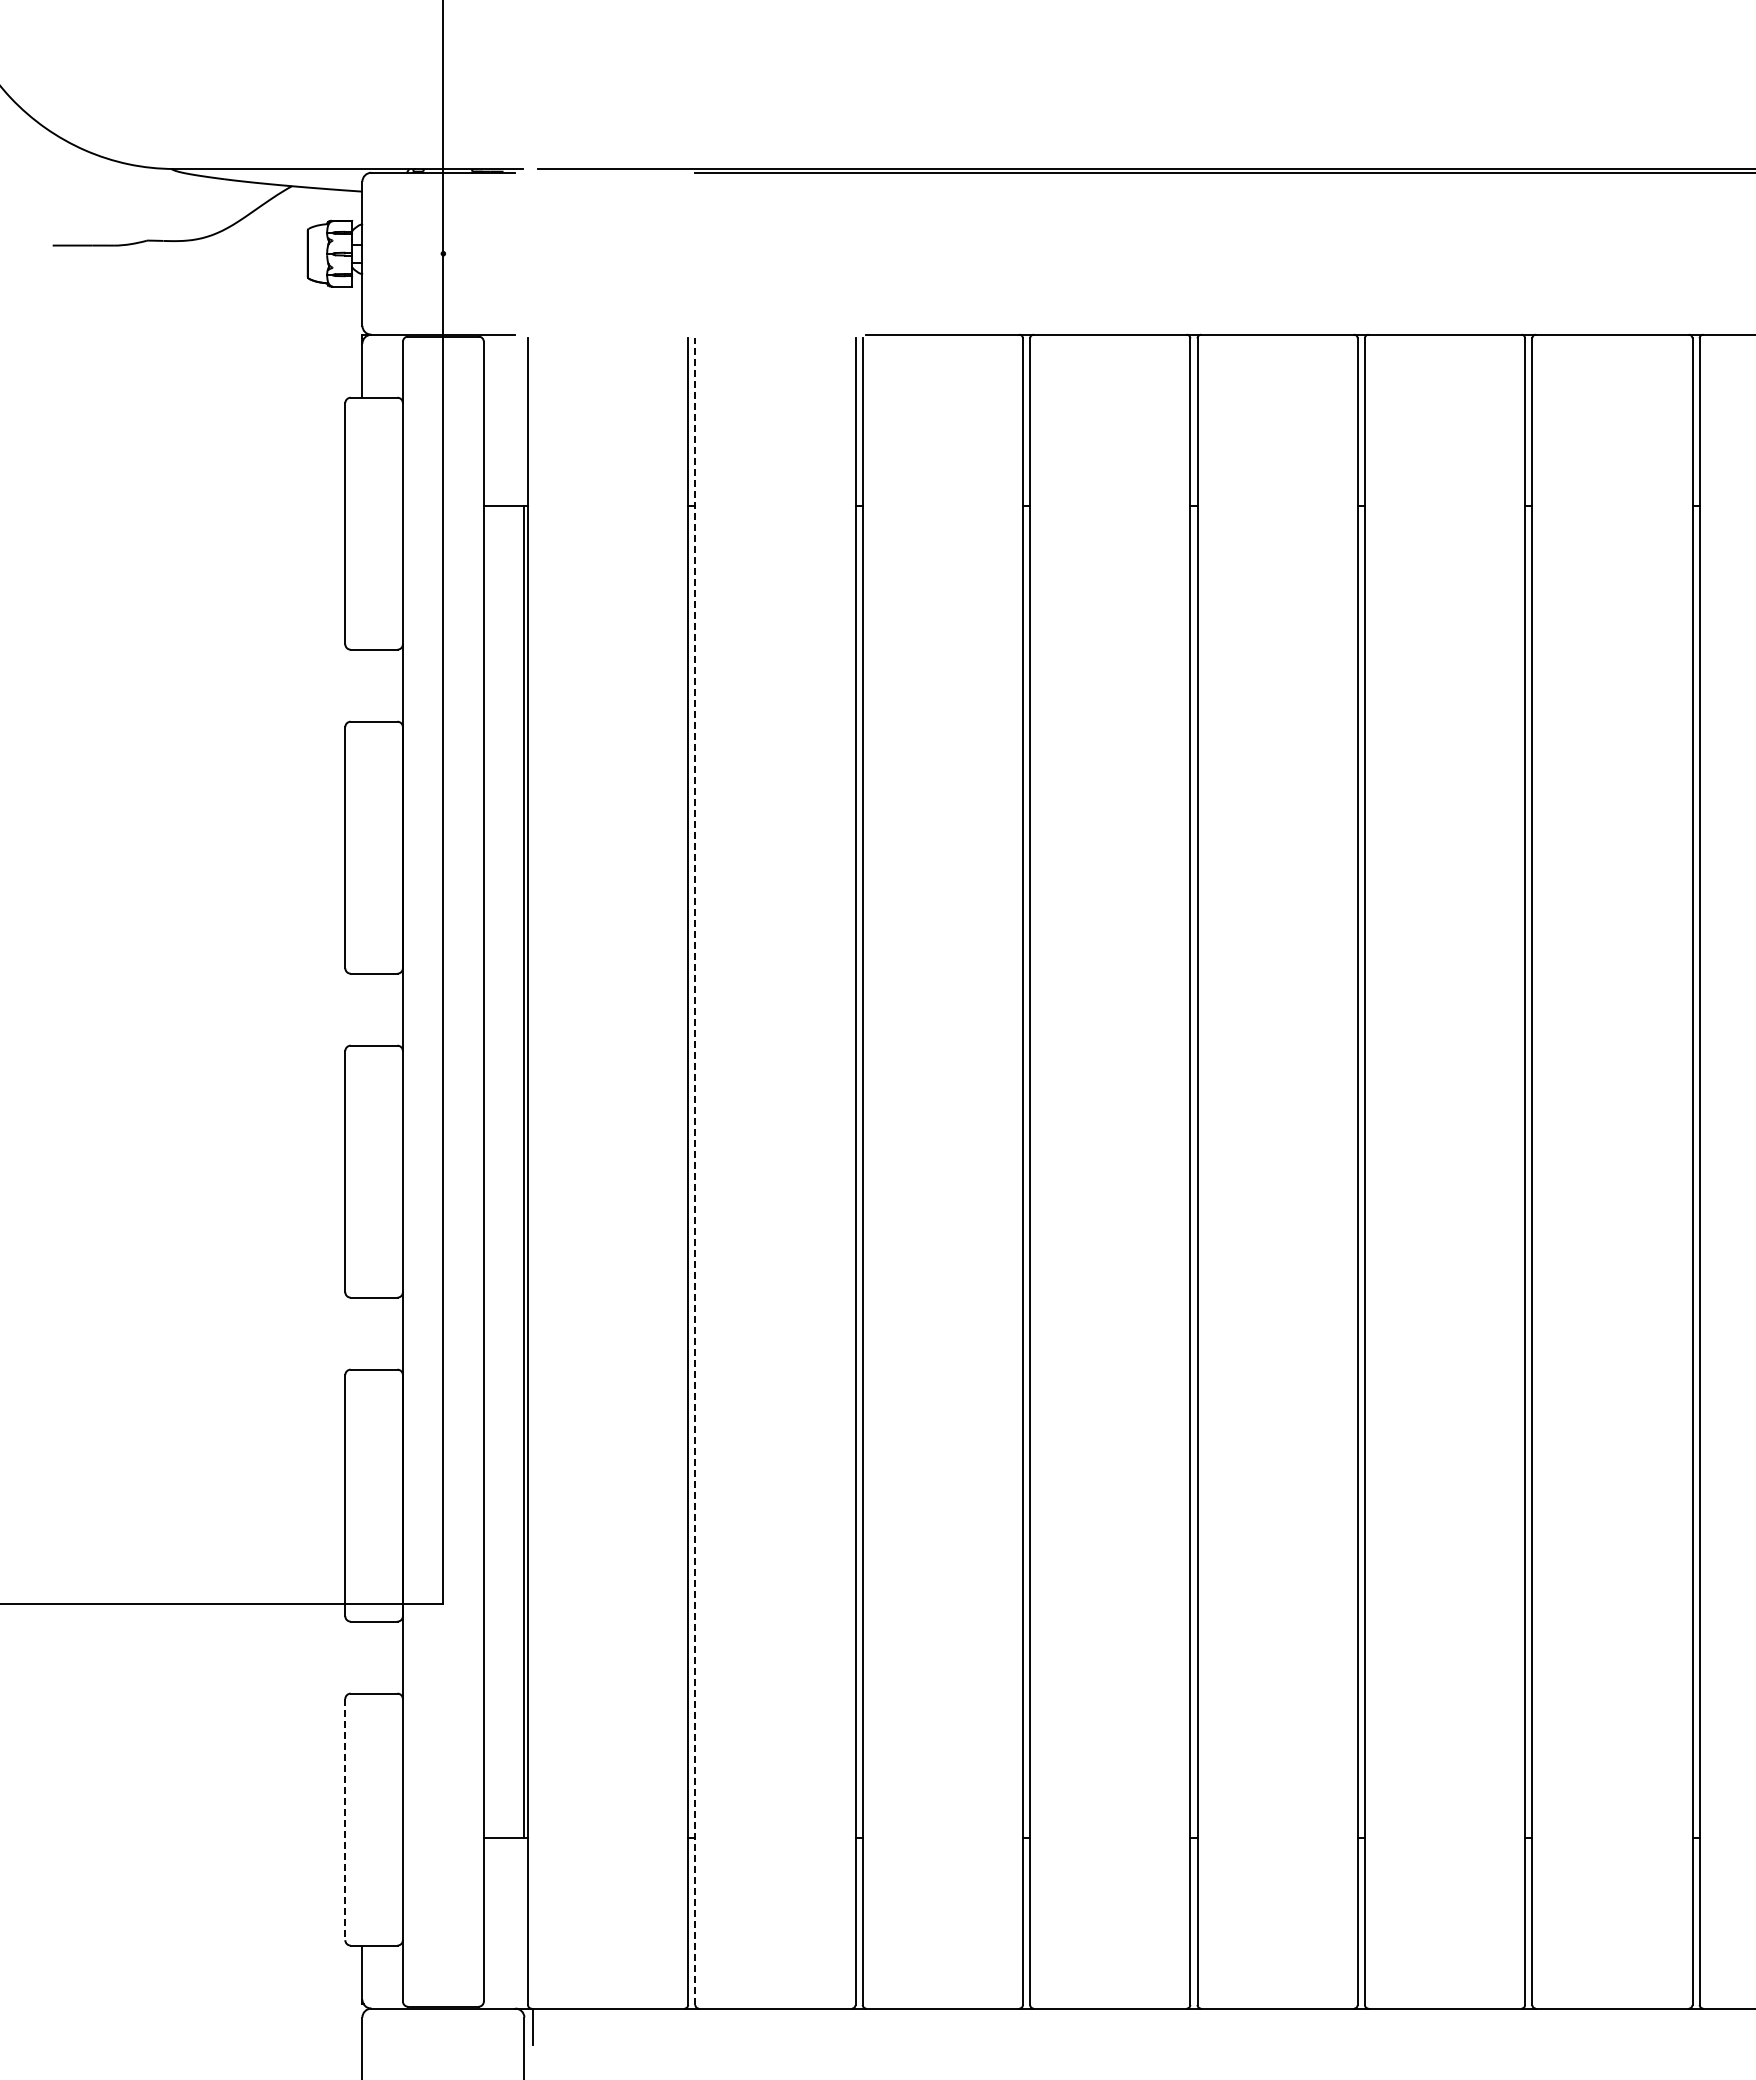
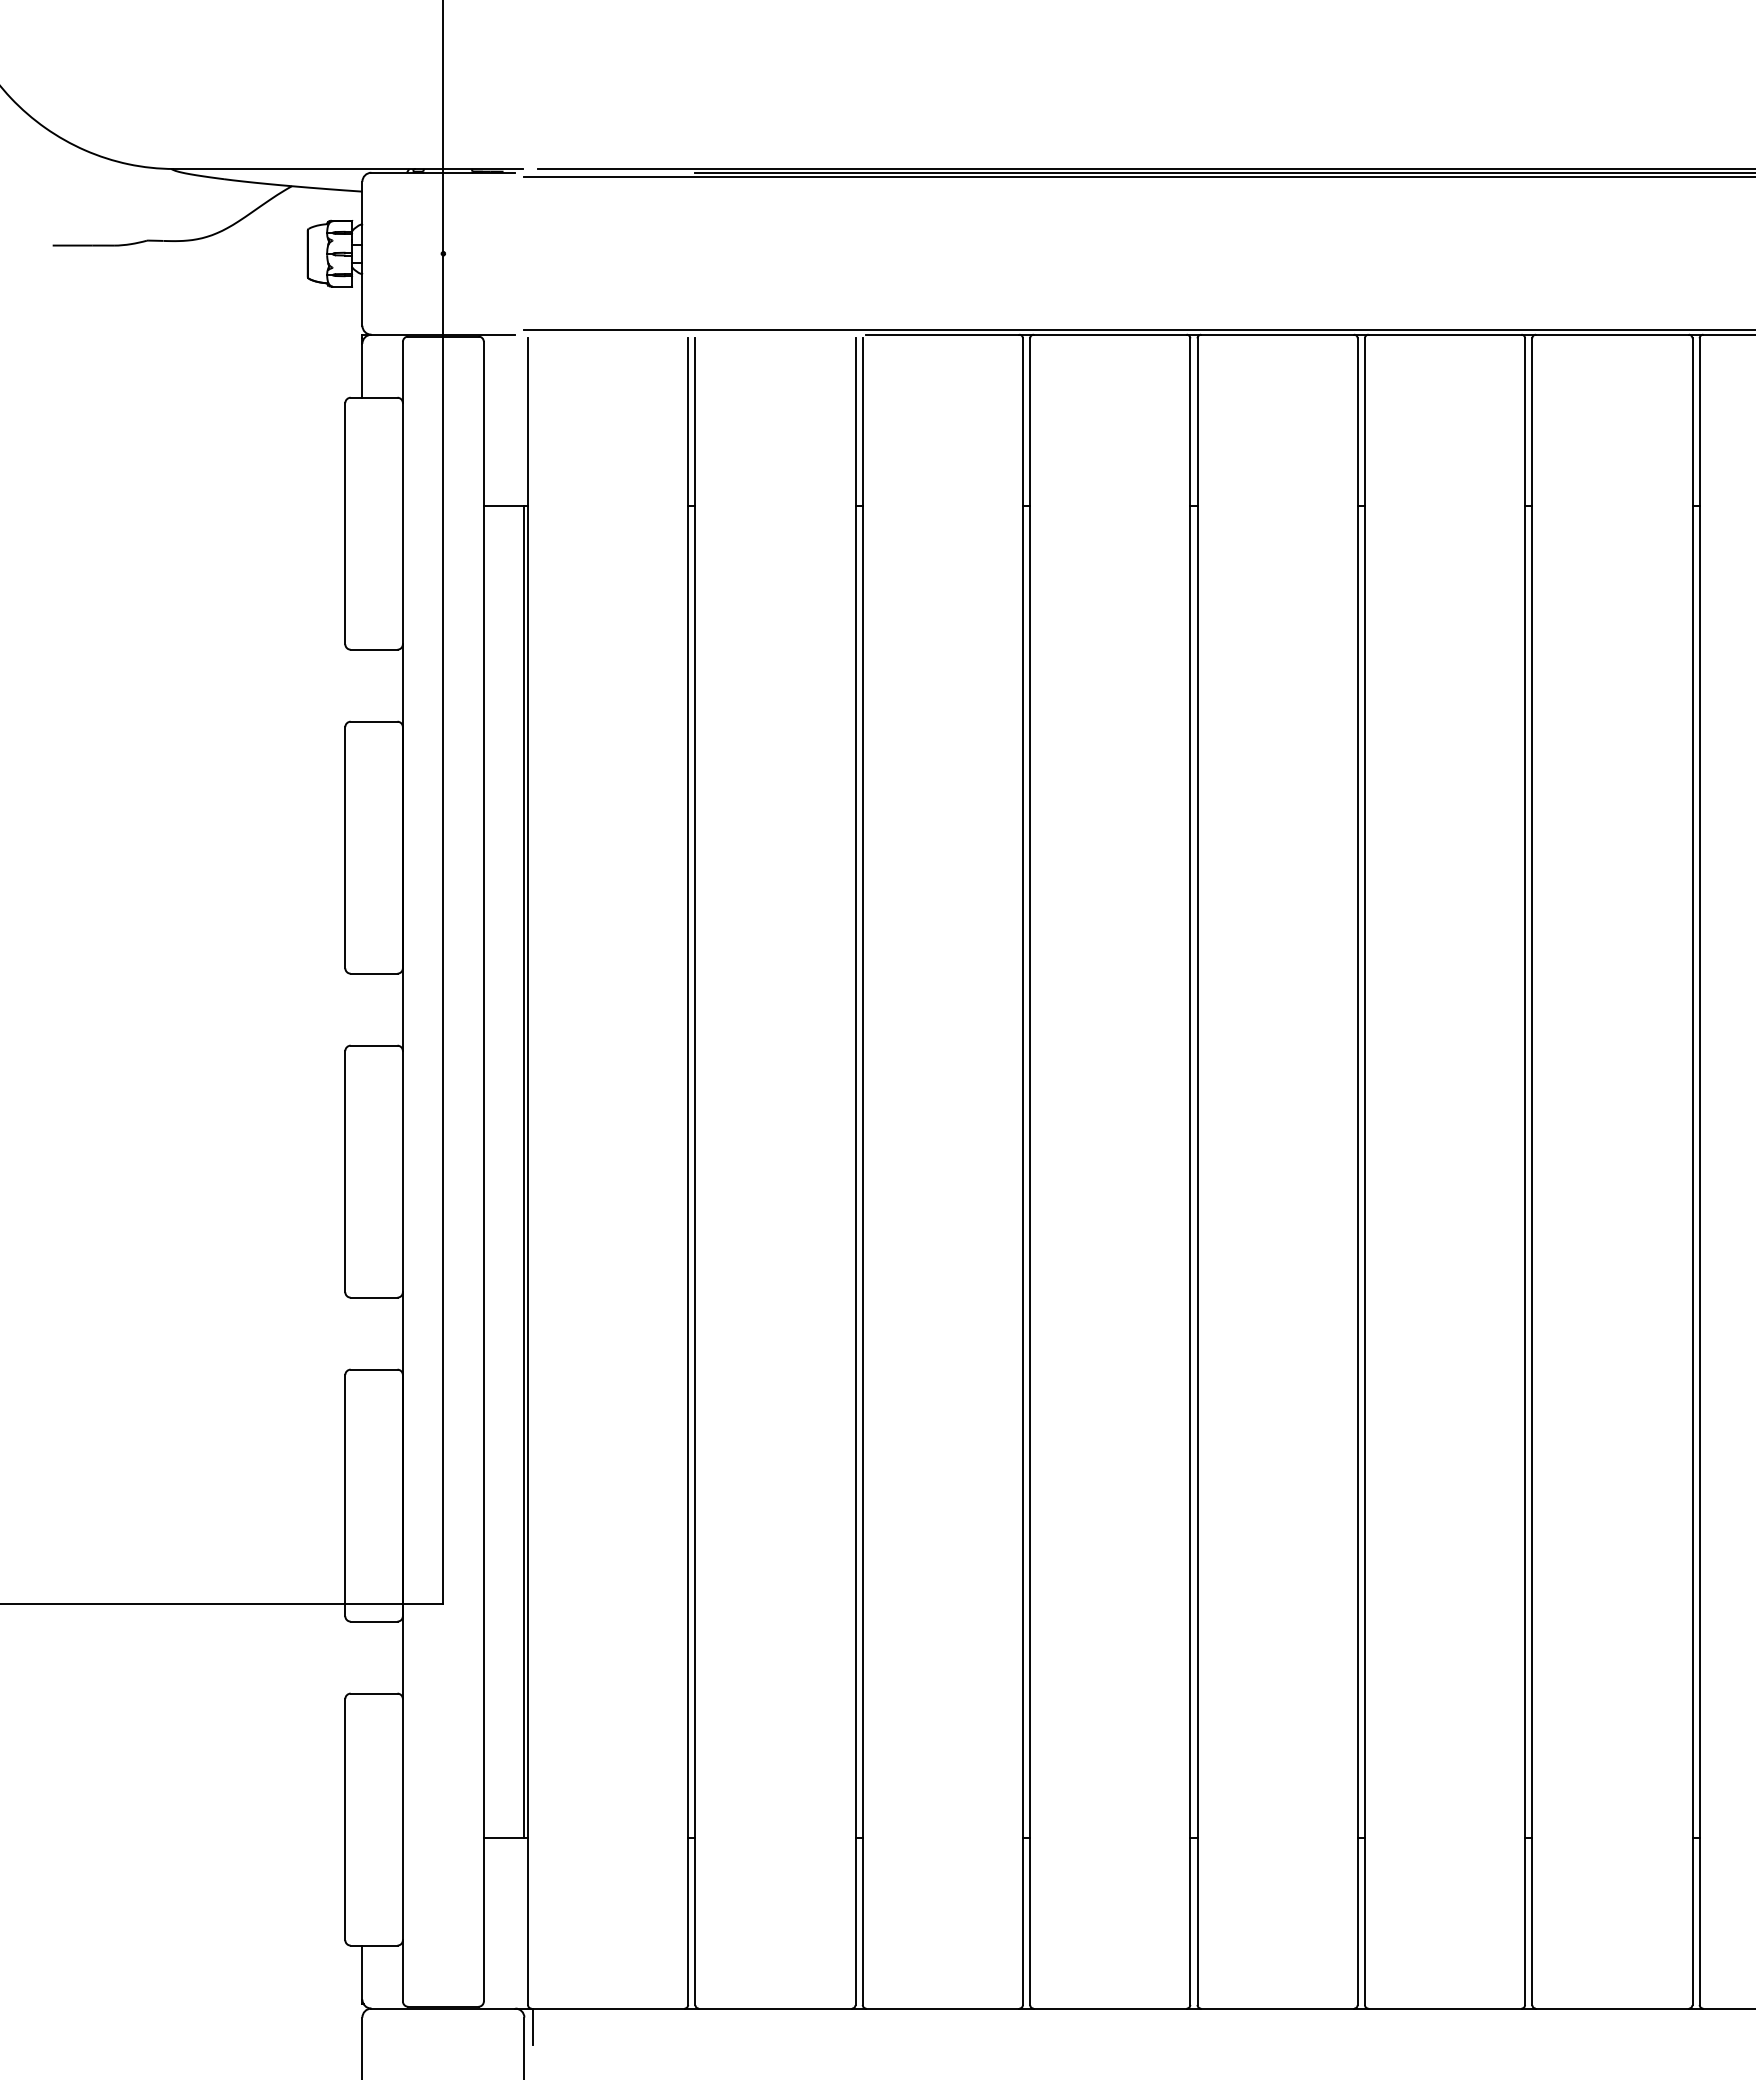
line at (1138, 177): none -> present
line at (1138, 330): none -> present
line at (695, 1171): dashed -> solid
line at (345, 1819): dashed -> solid
